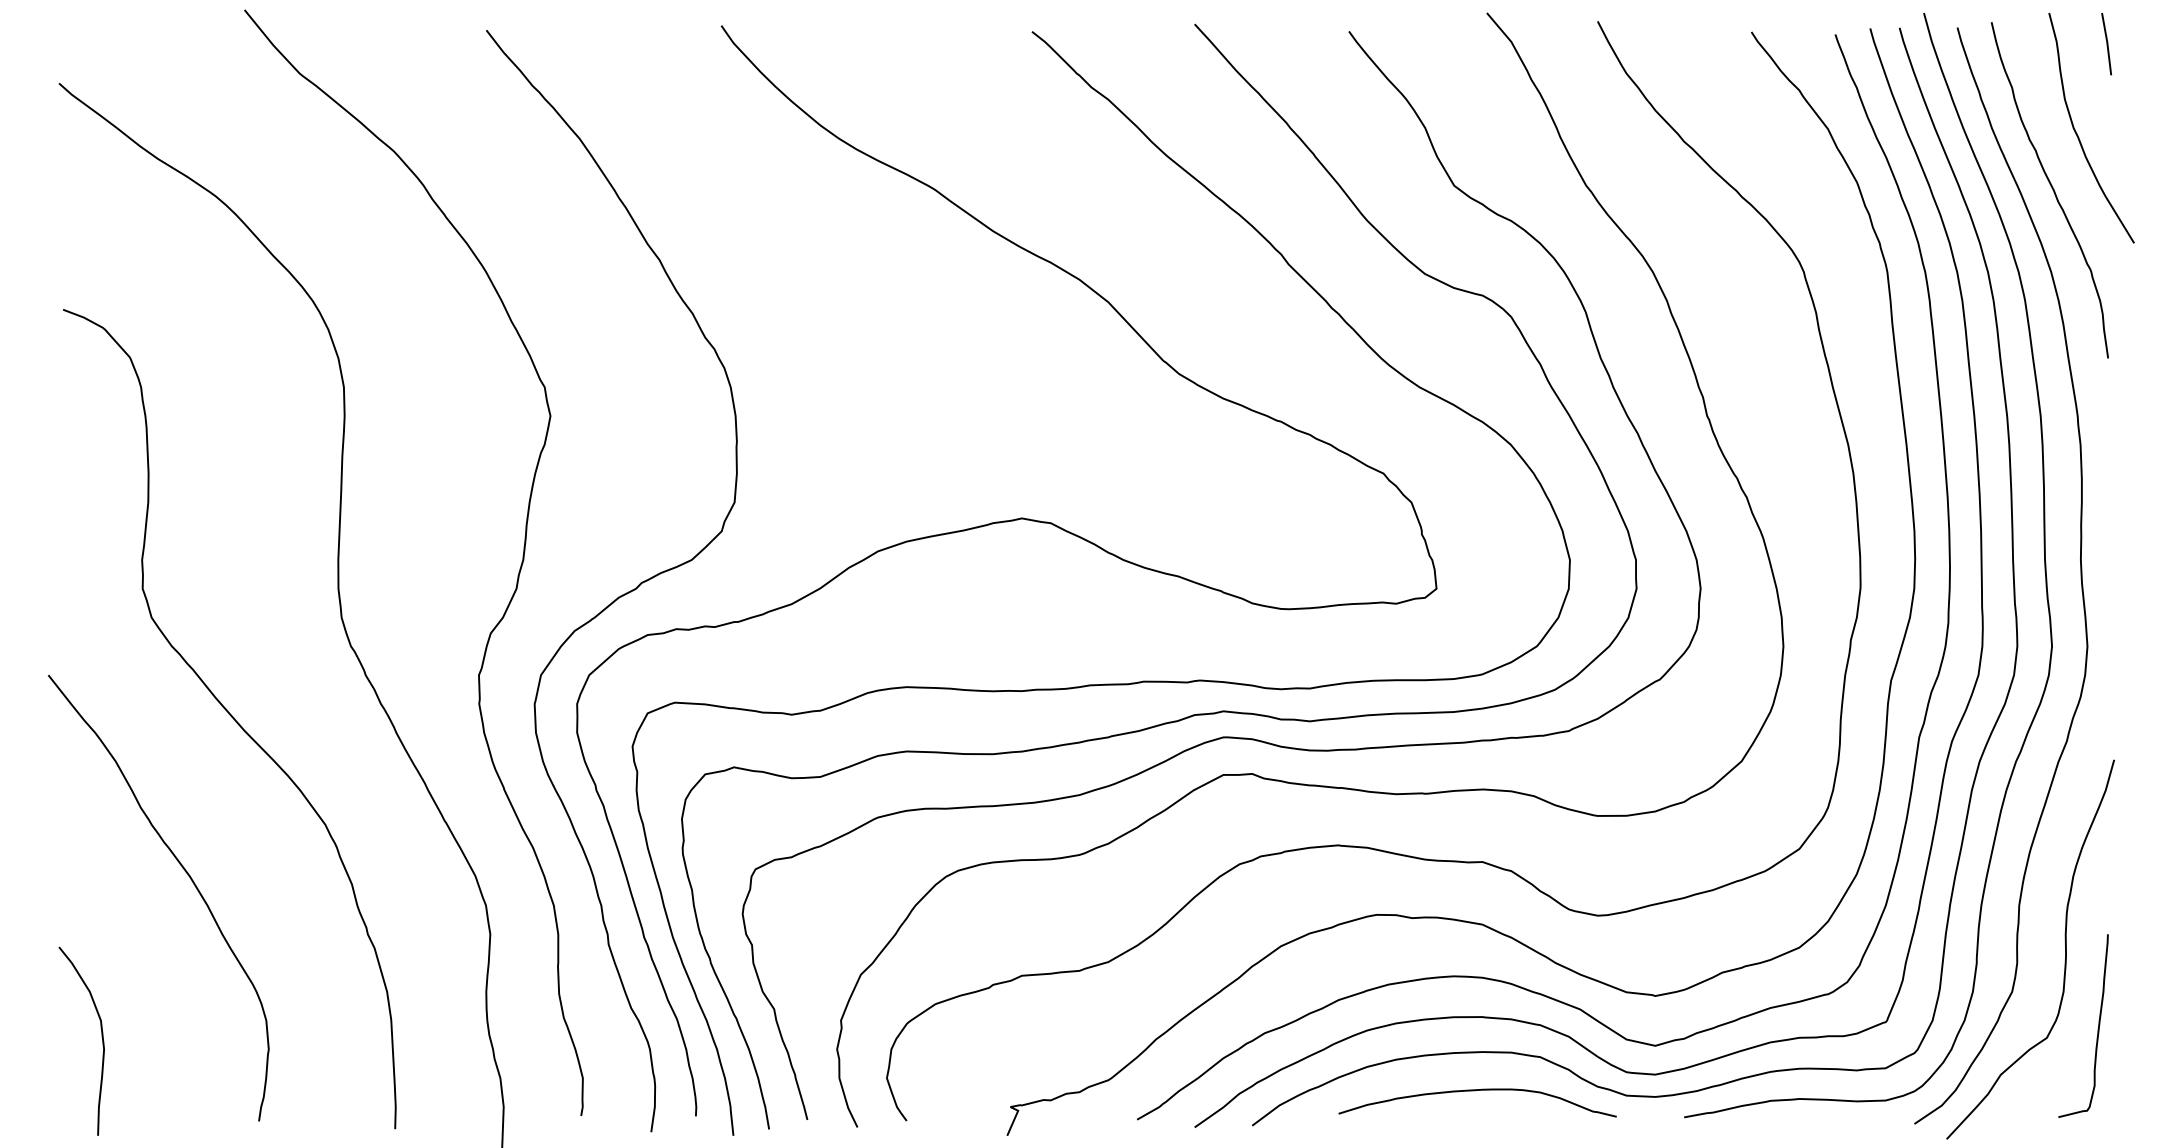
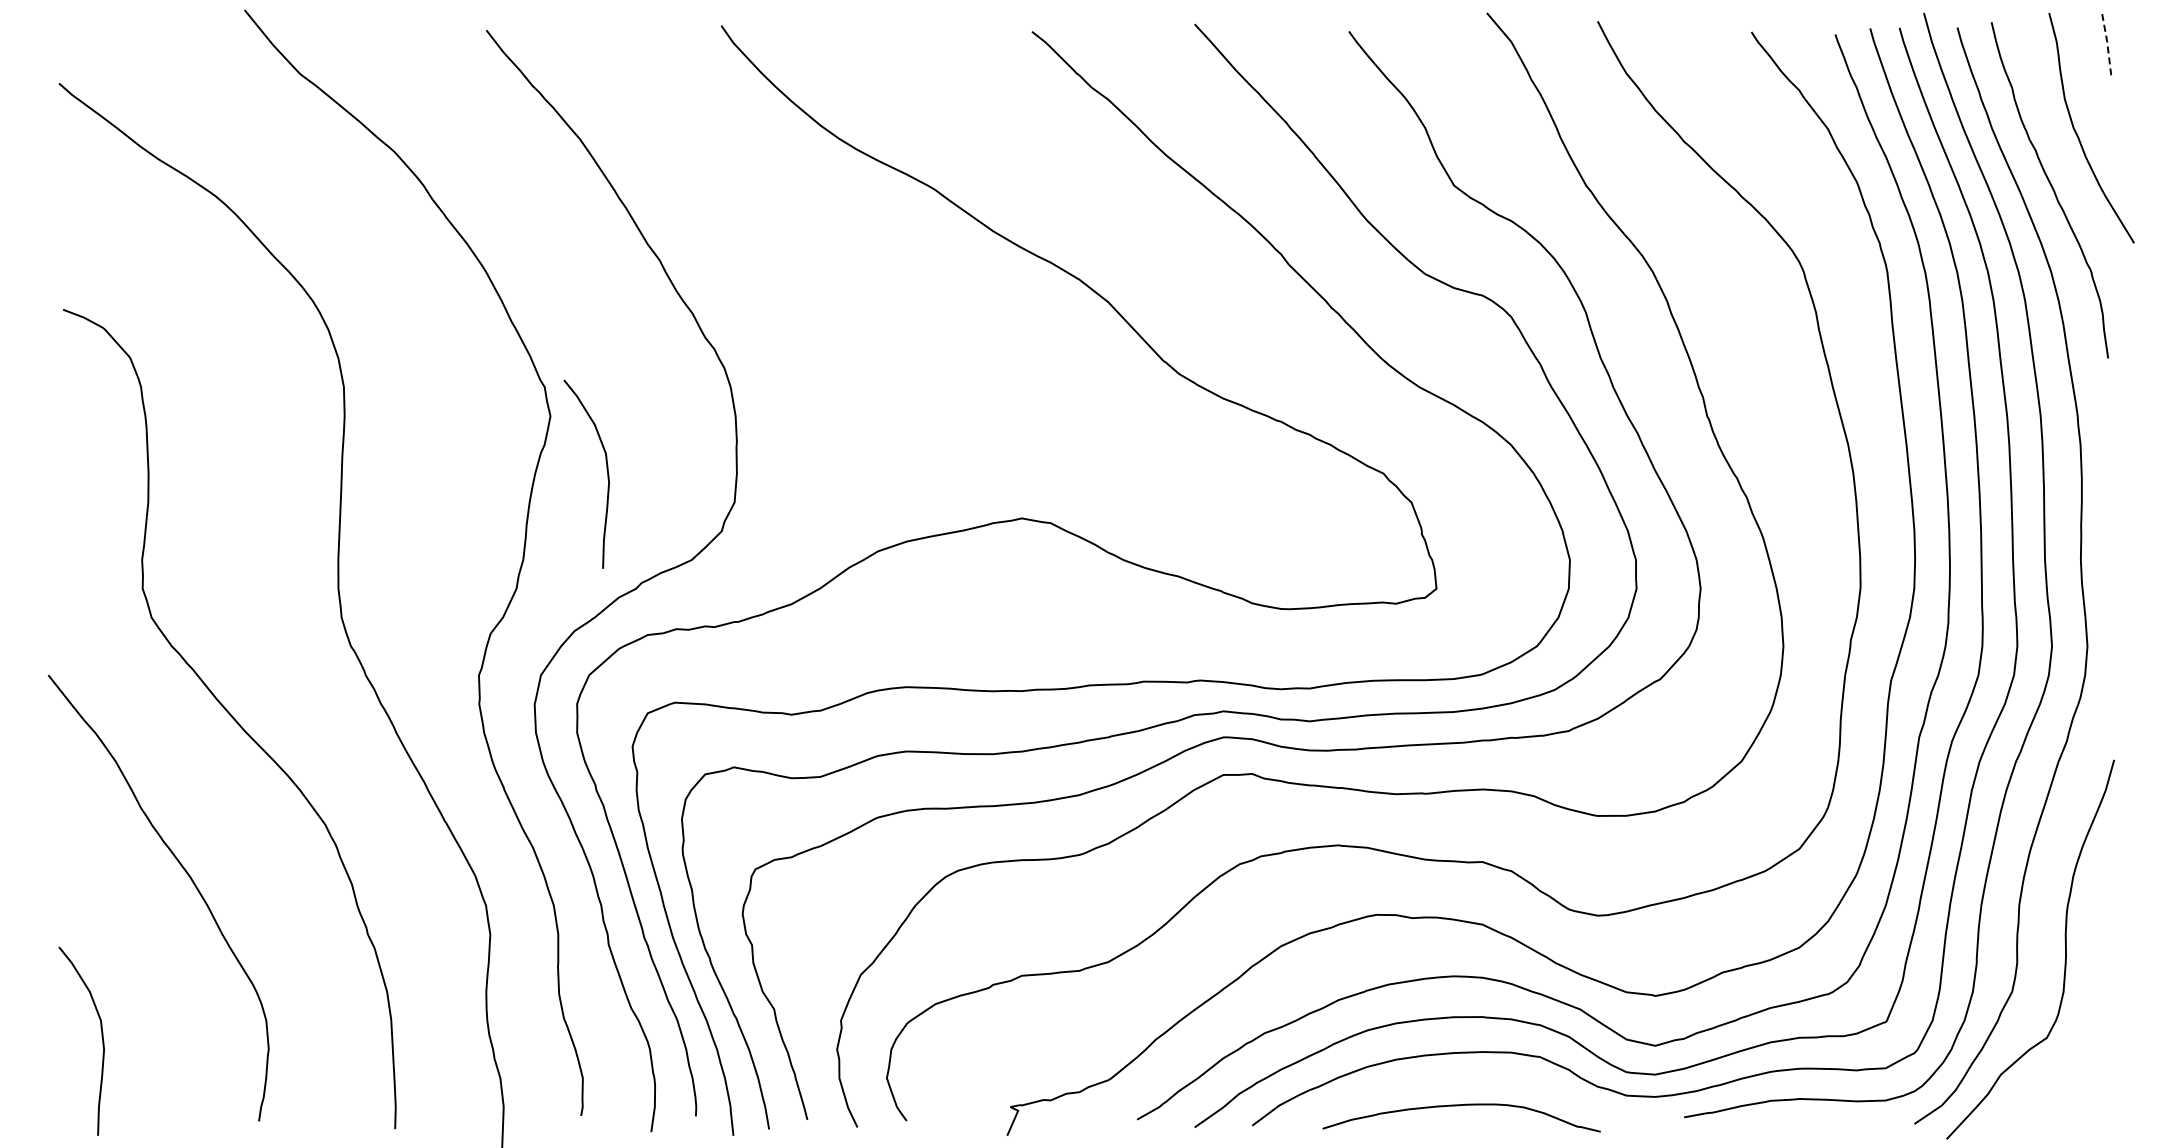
line at (2107, 42): solid -> dashed
curve at (606, 470): none -> present
curve at (2097, 1028): present -> none
curve at (1475, 1091) position: (1475, 1091) -> (1459, 1106)
